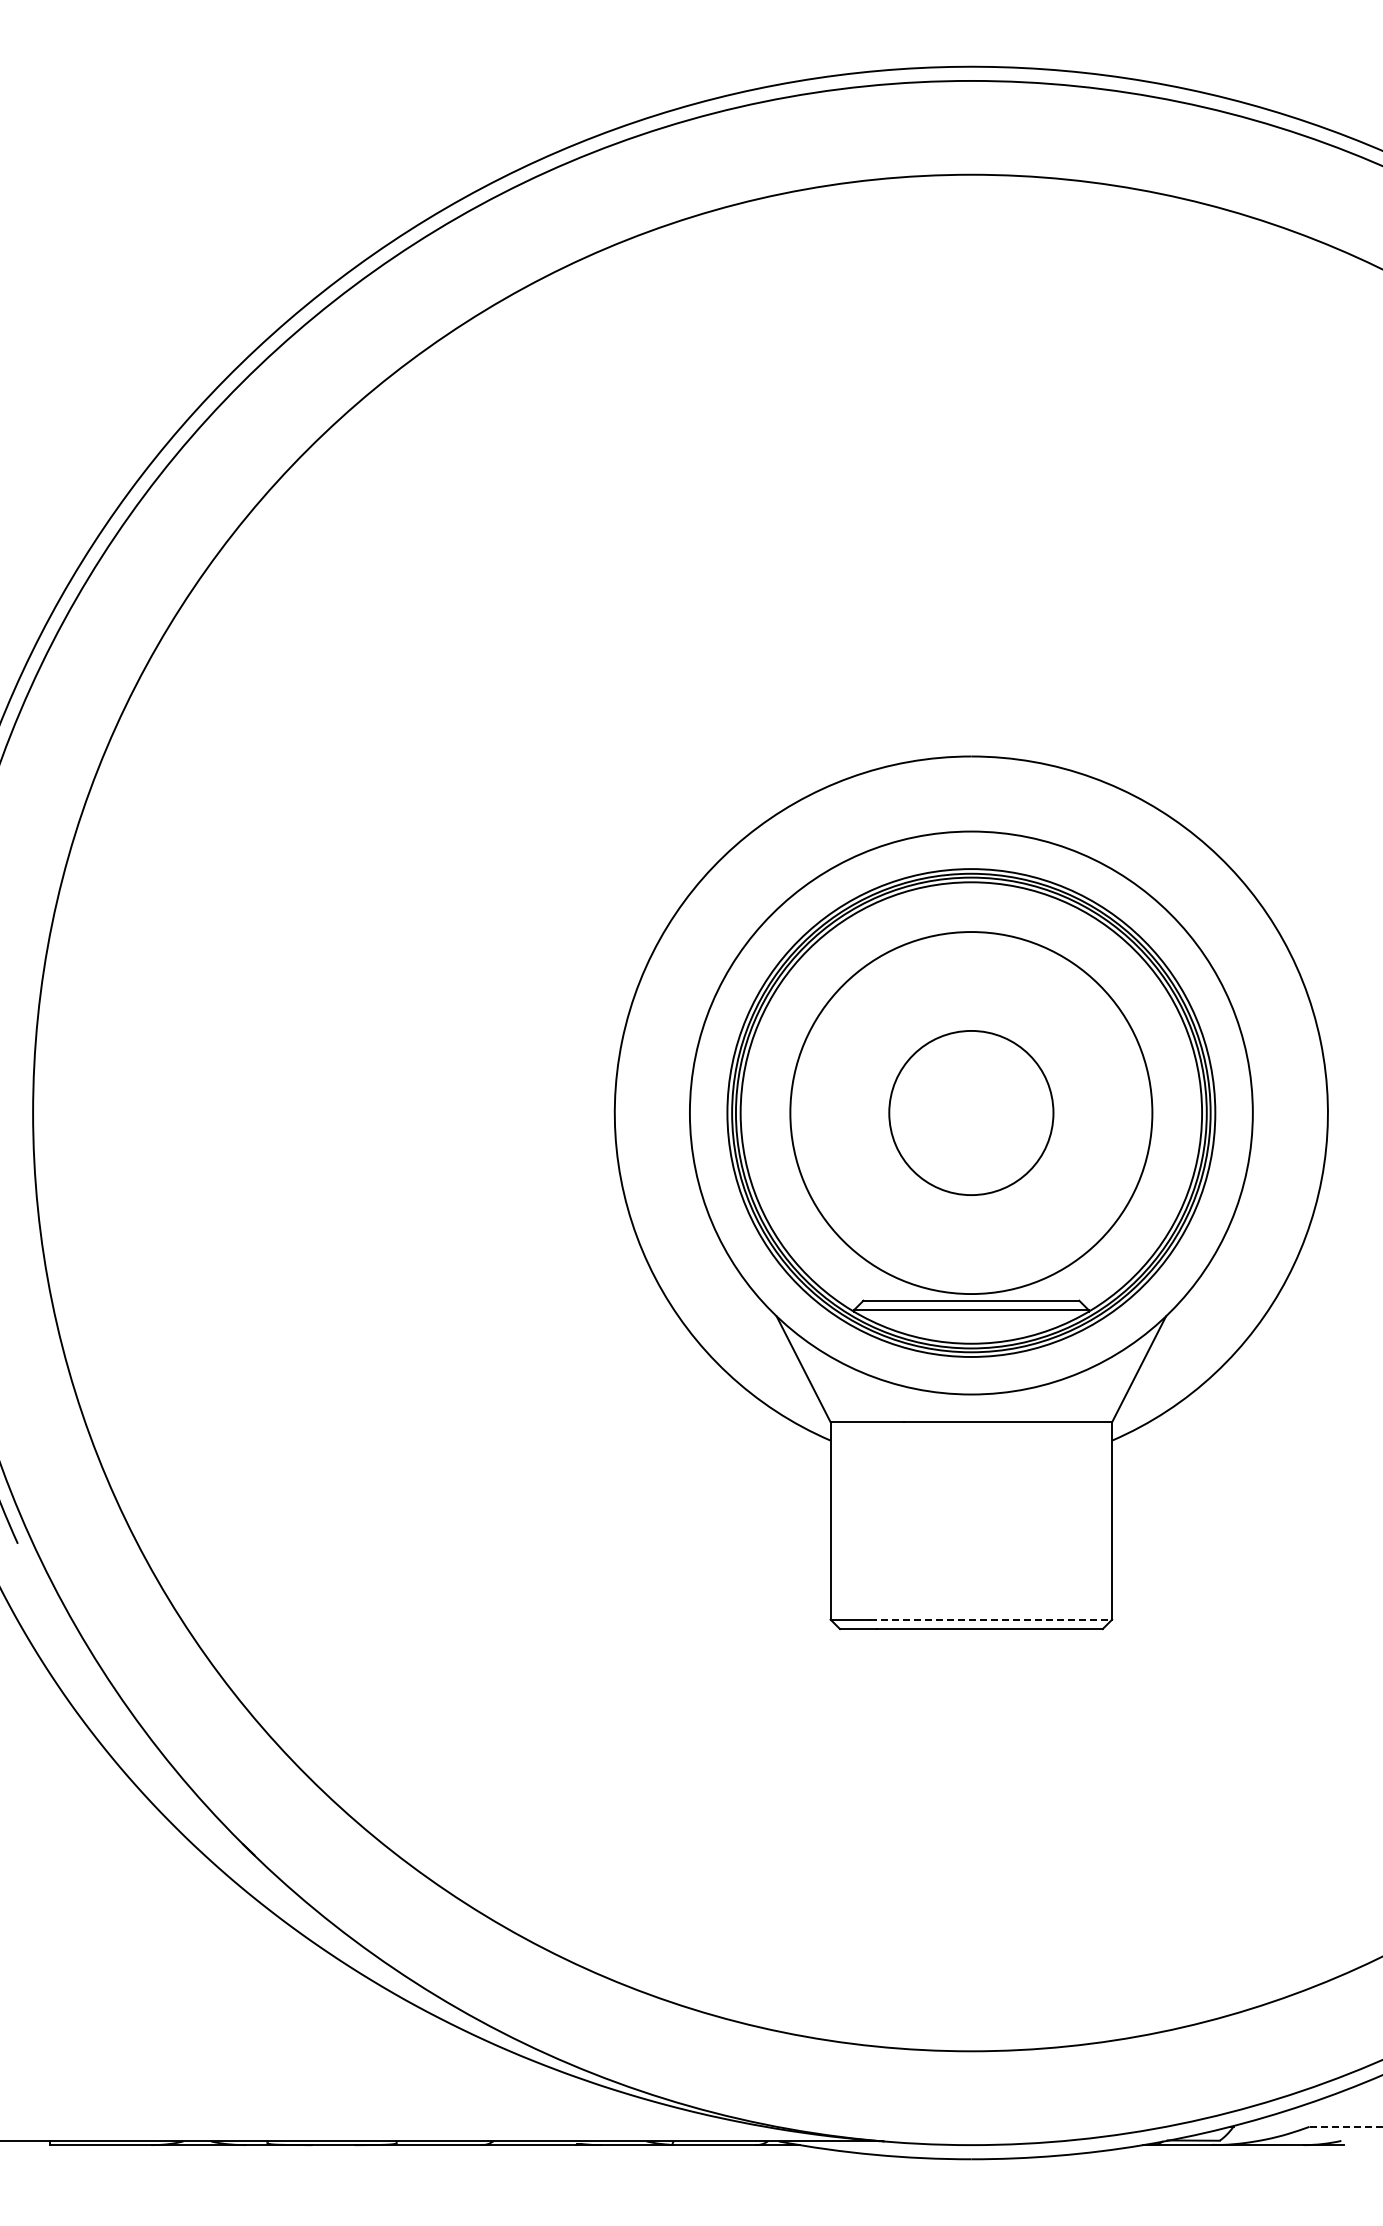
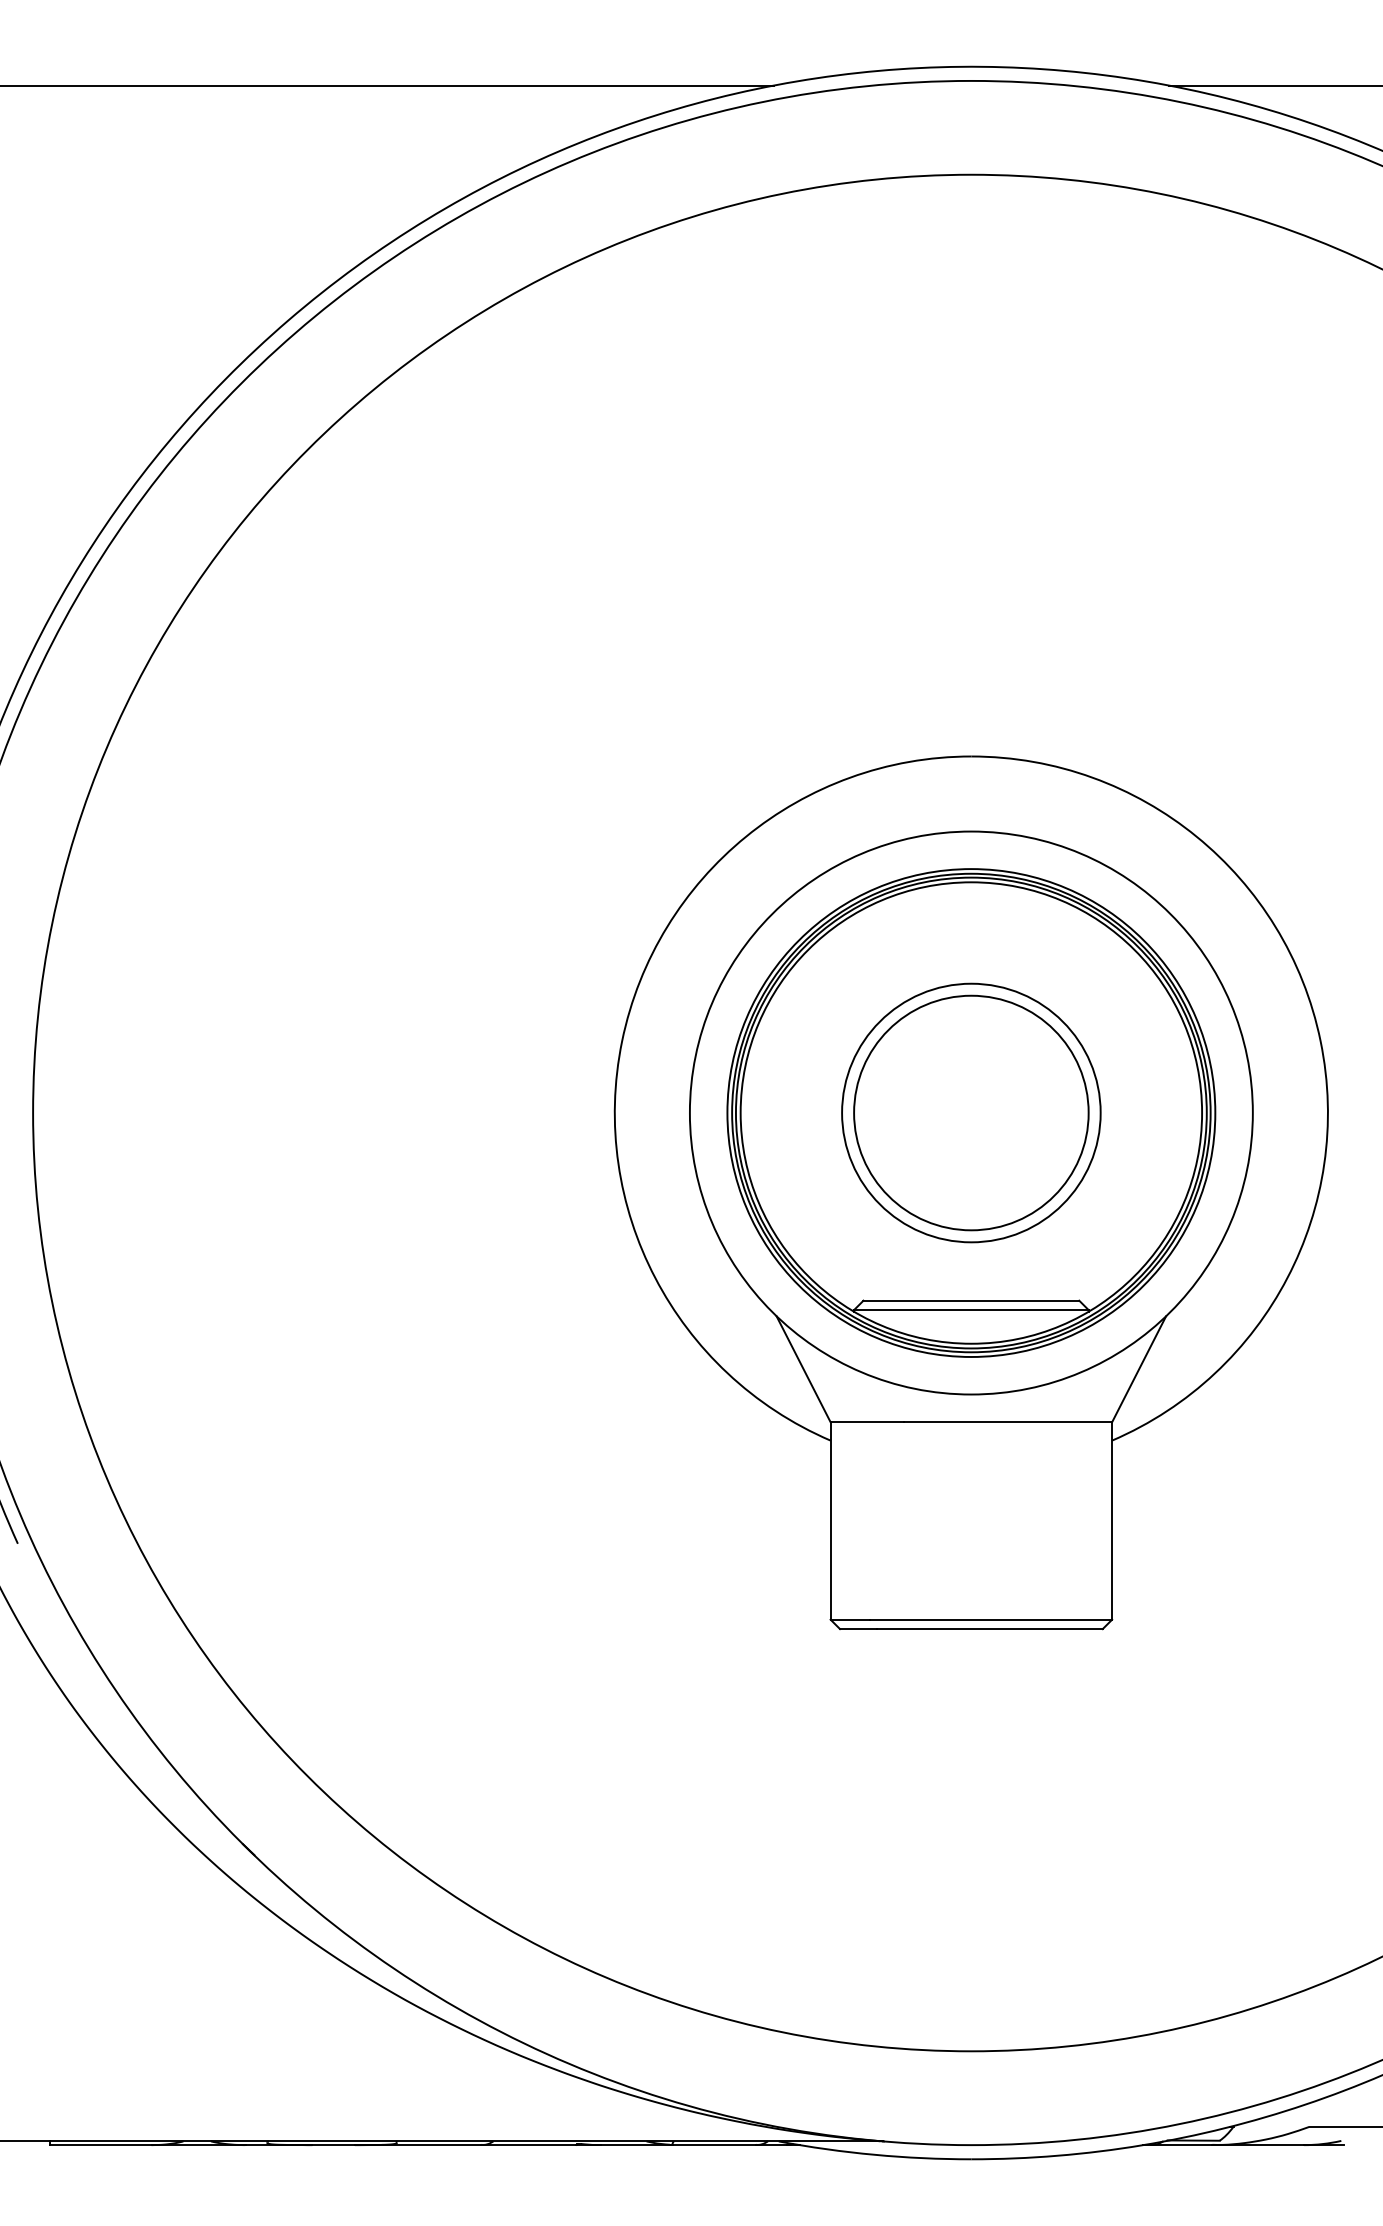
line at (387, 85): none -> present
line at (1273, 85): none -> present
circle at (971, 1112) diameter: 164 px -> 235 px
circle at (971, 1113) diameter: 362 px -> 259 px
line at (991, 1619): dashed -> solid
line at (1346, 2126): dashed -> solid
